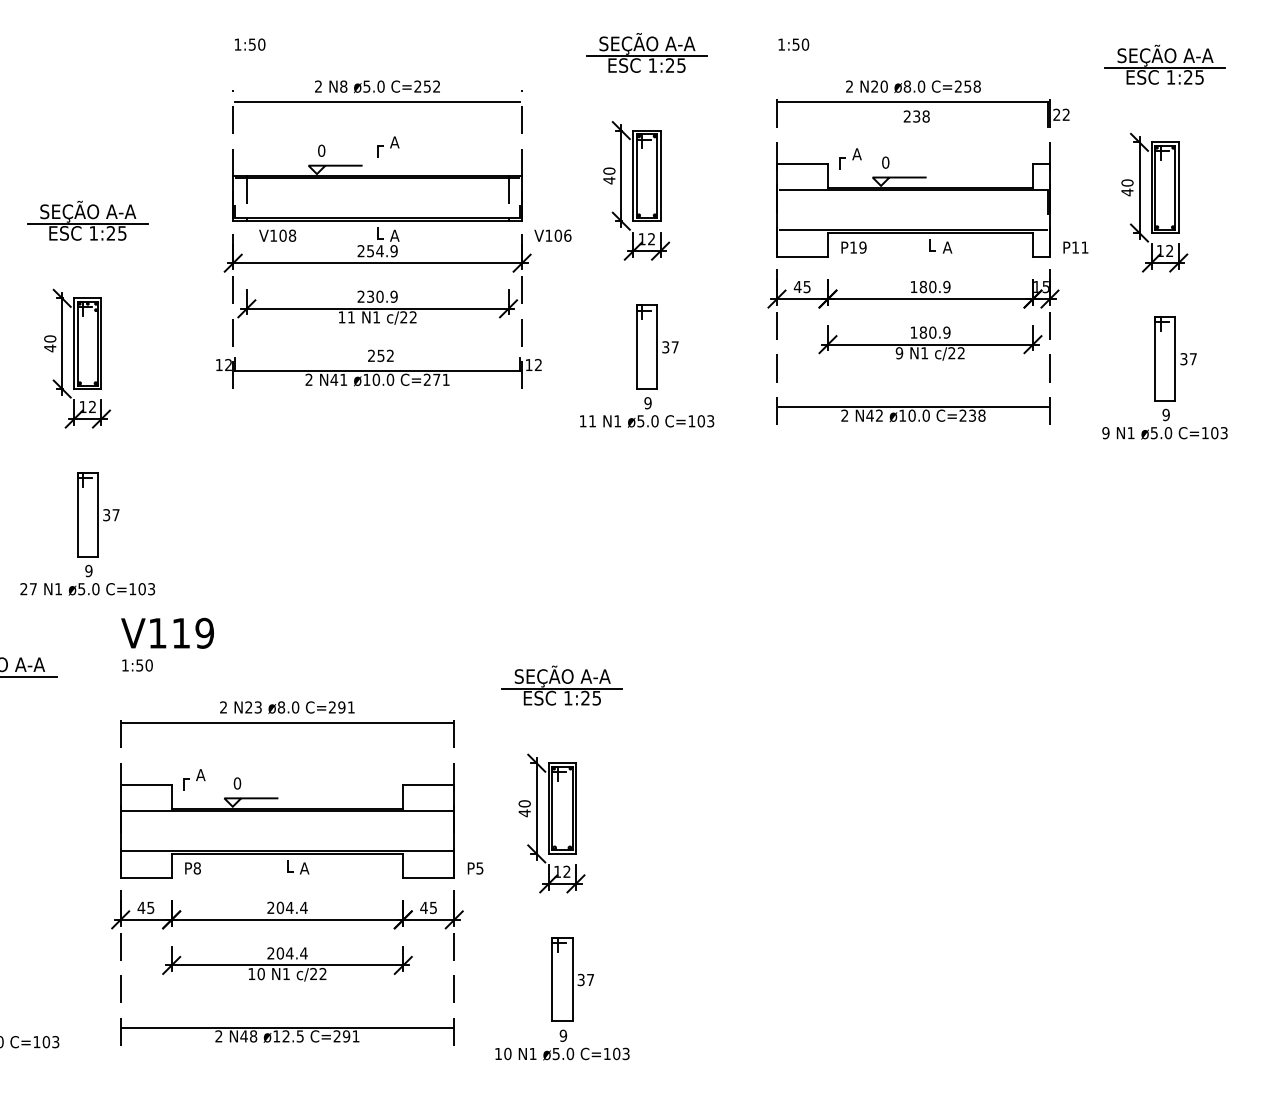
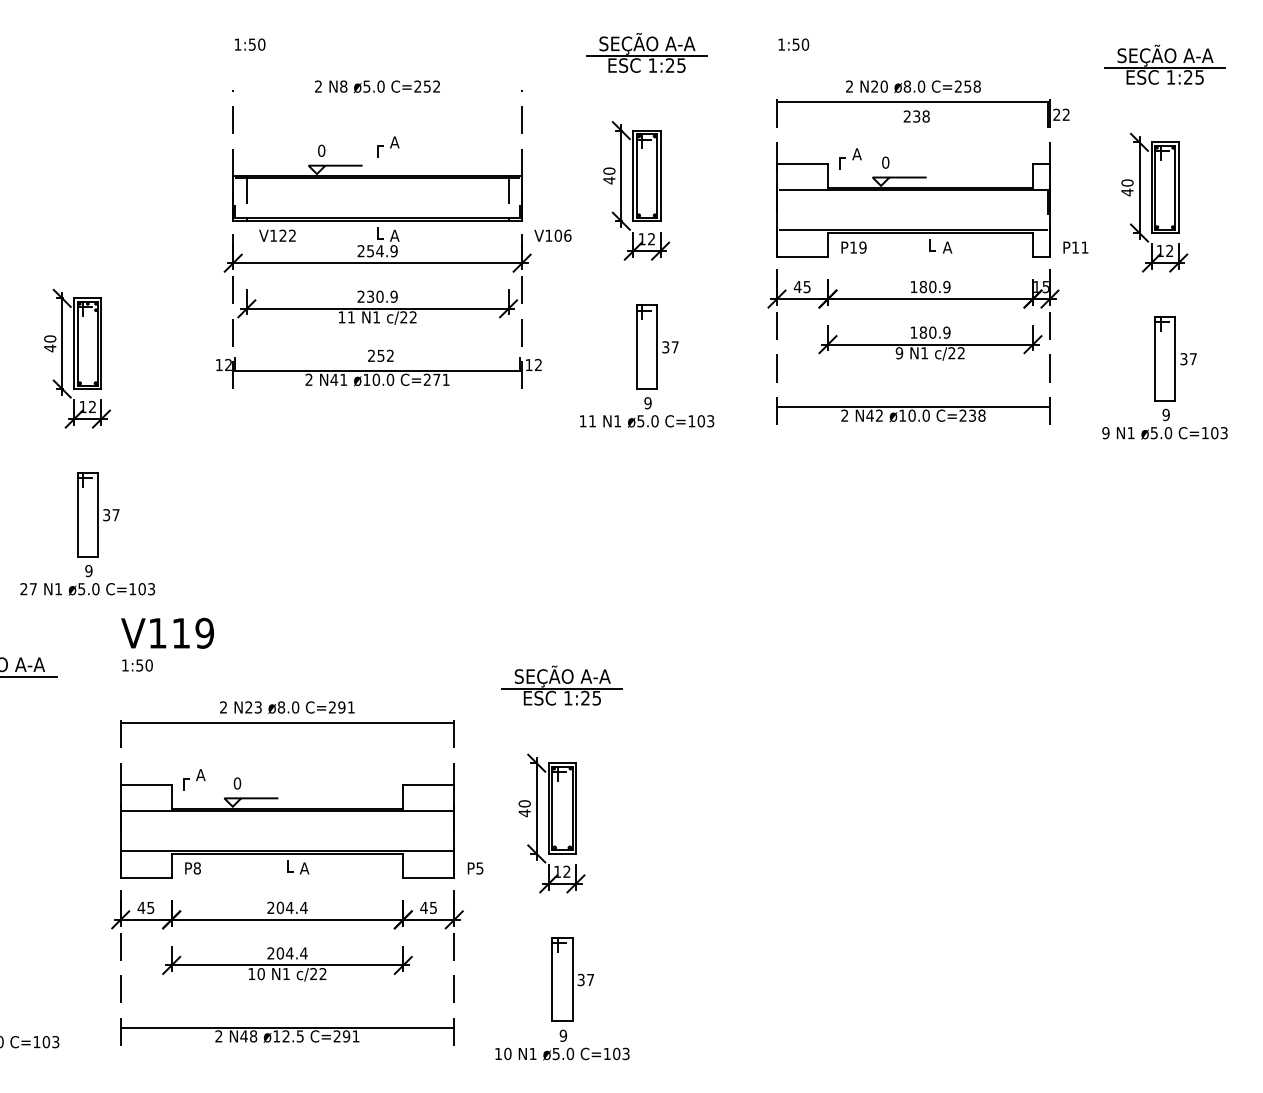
line at (377, 102): present -> none
part at (87, 220): present -> none
text at (287, 235): V108 -> V122
